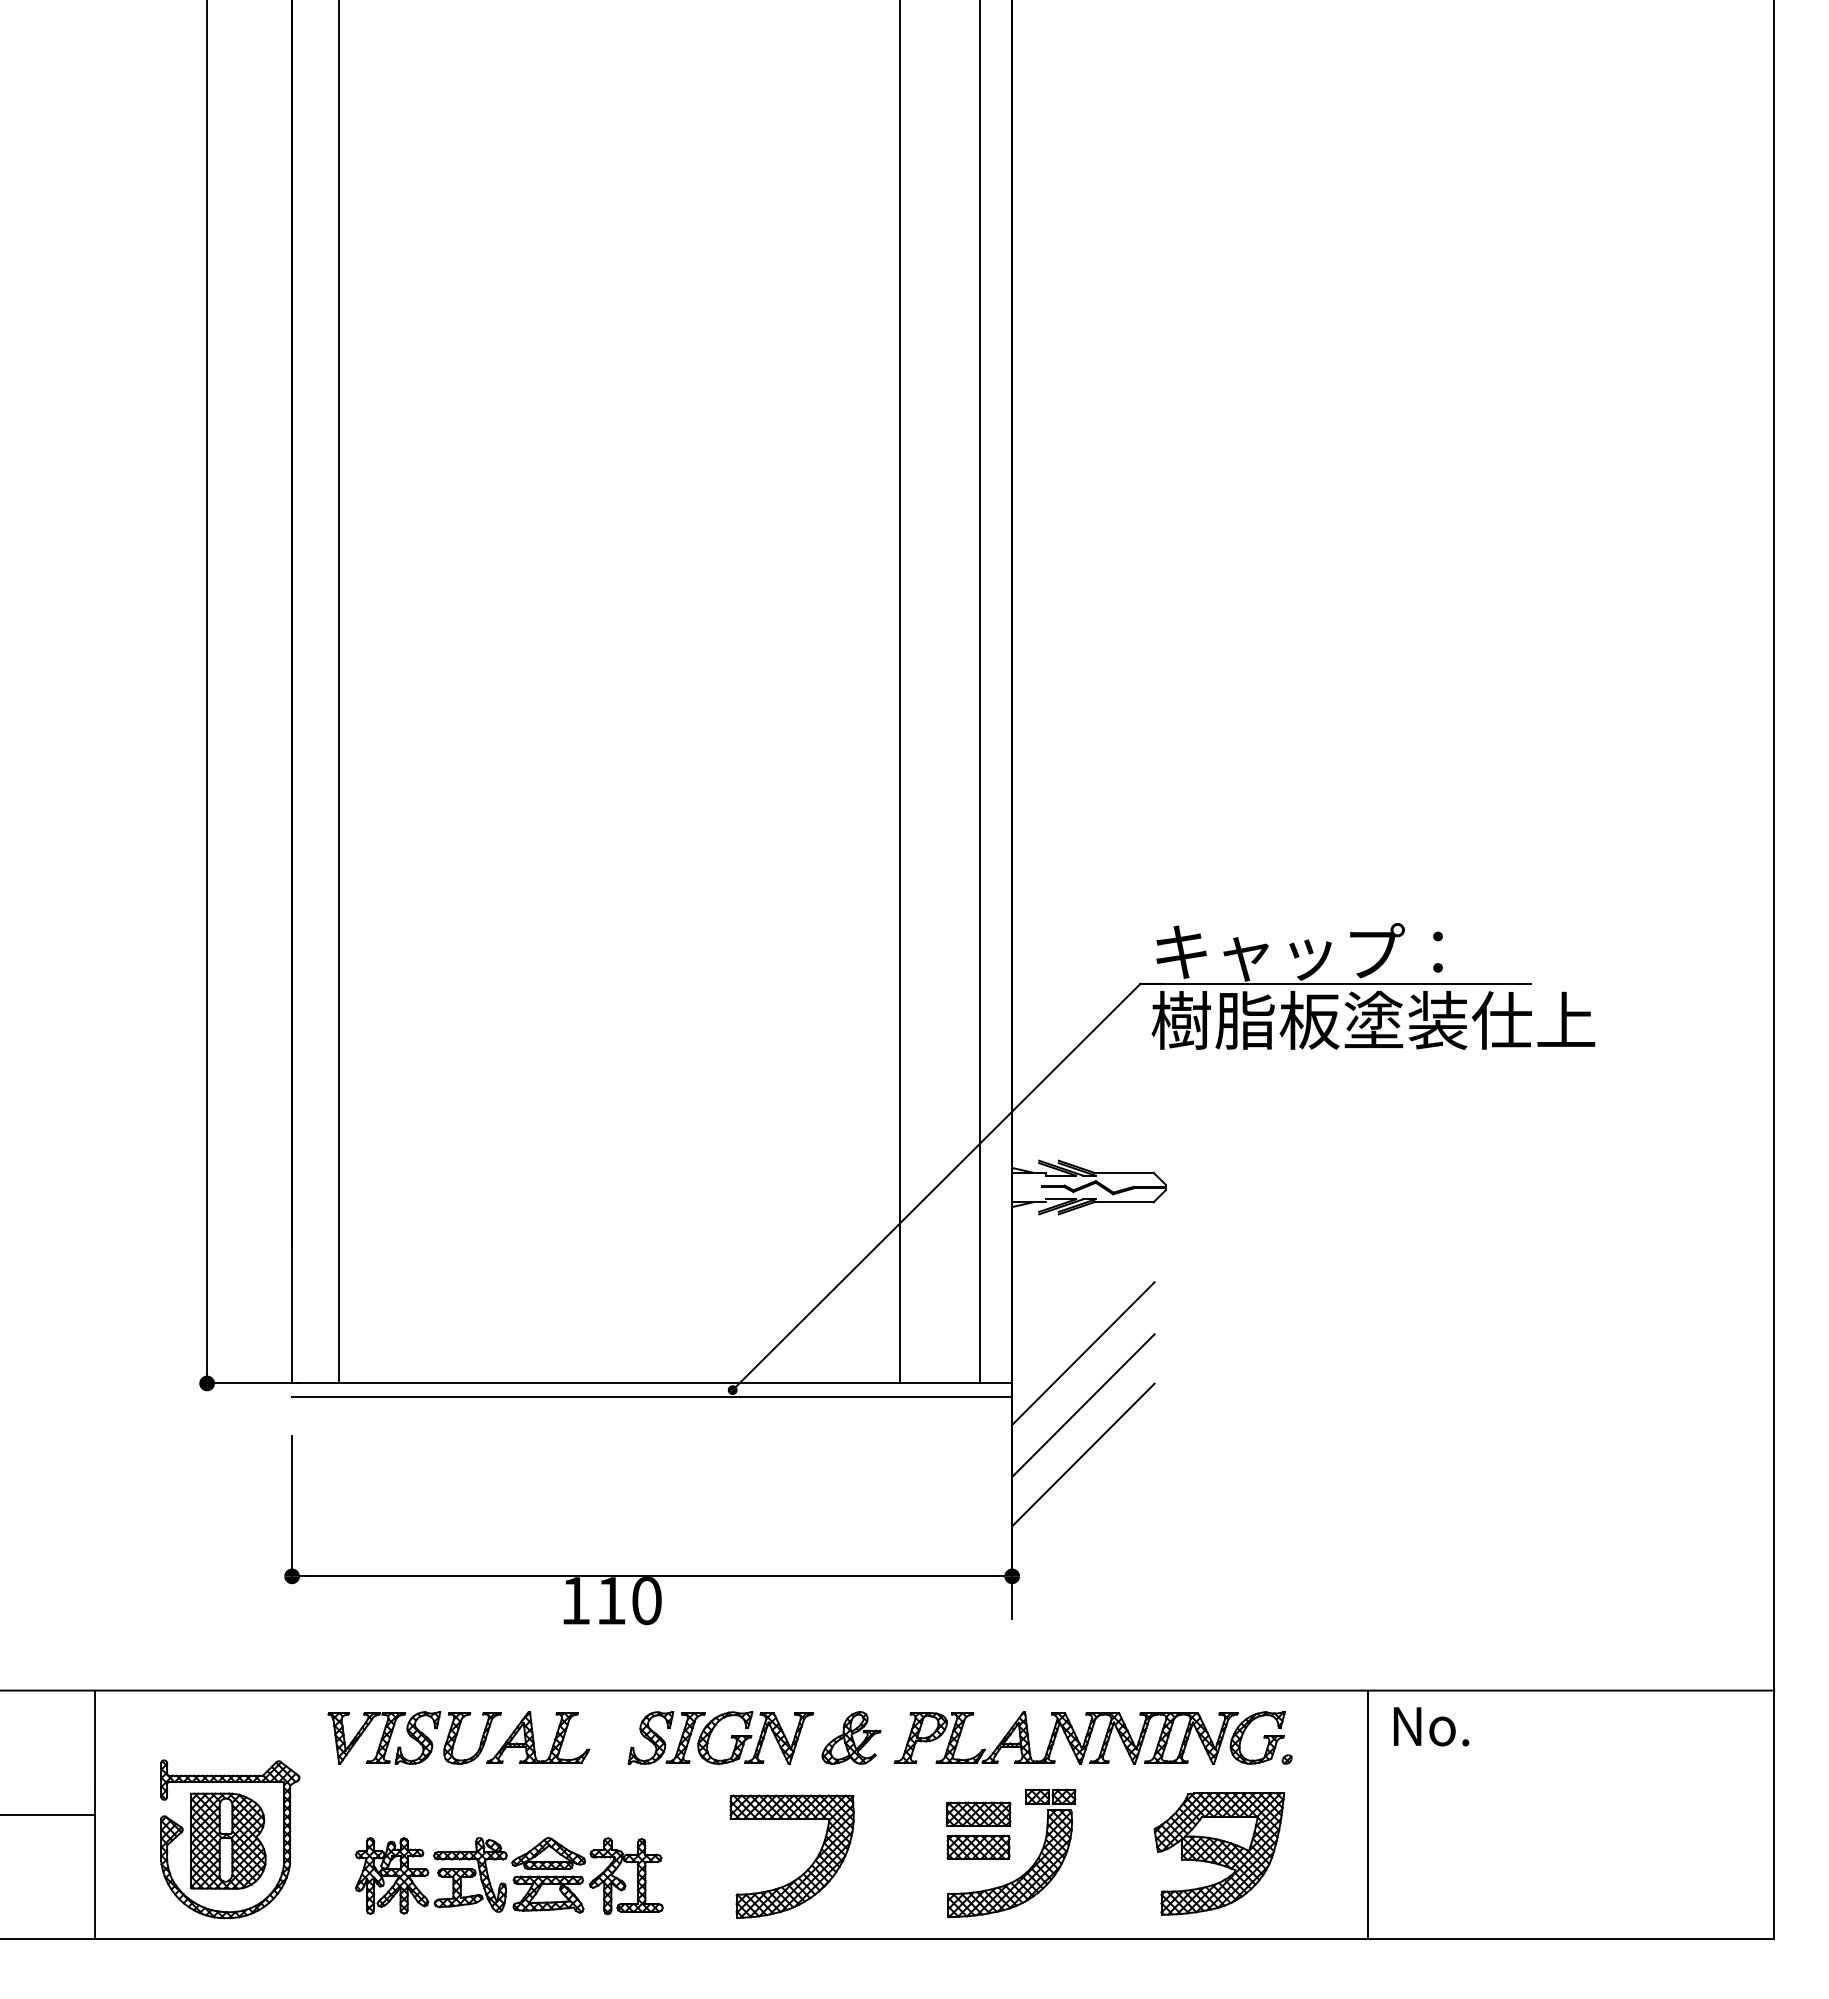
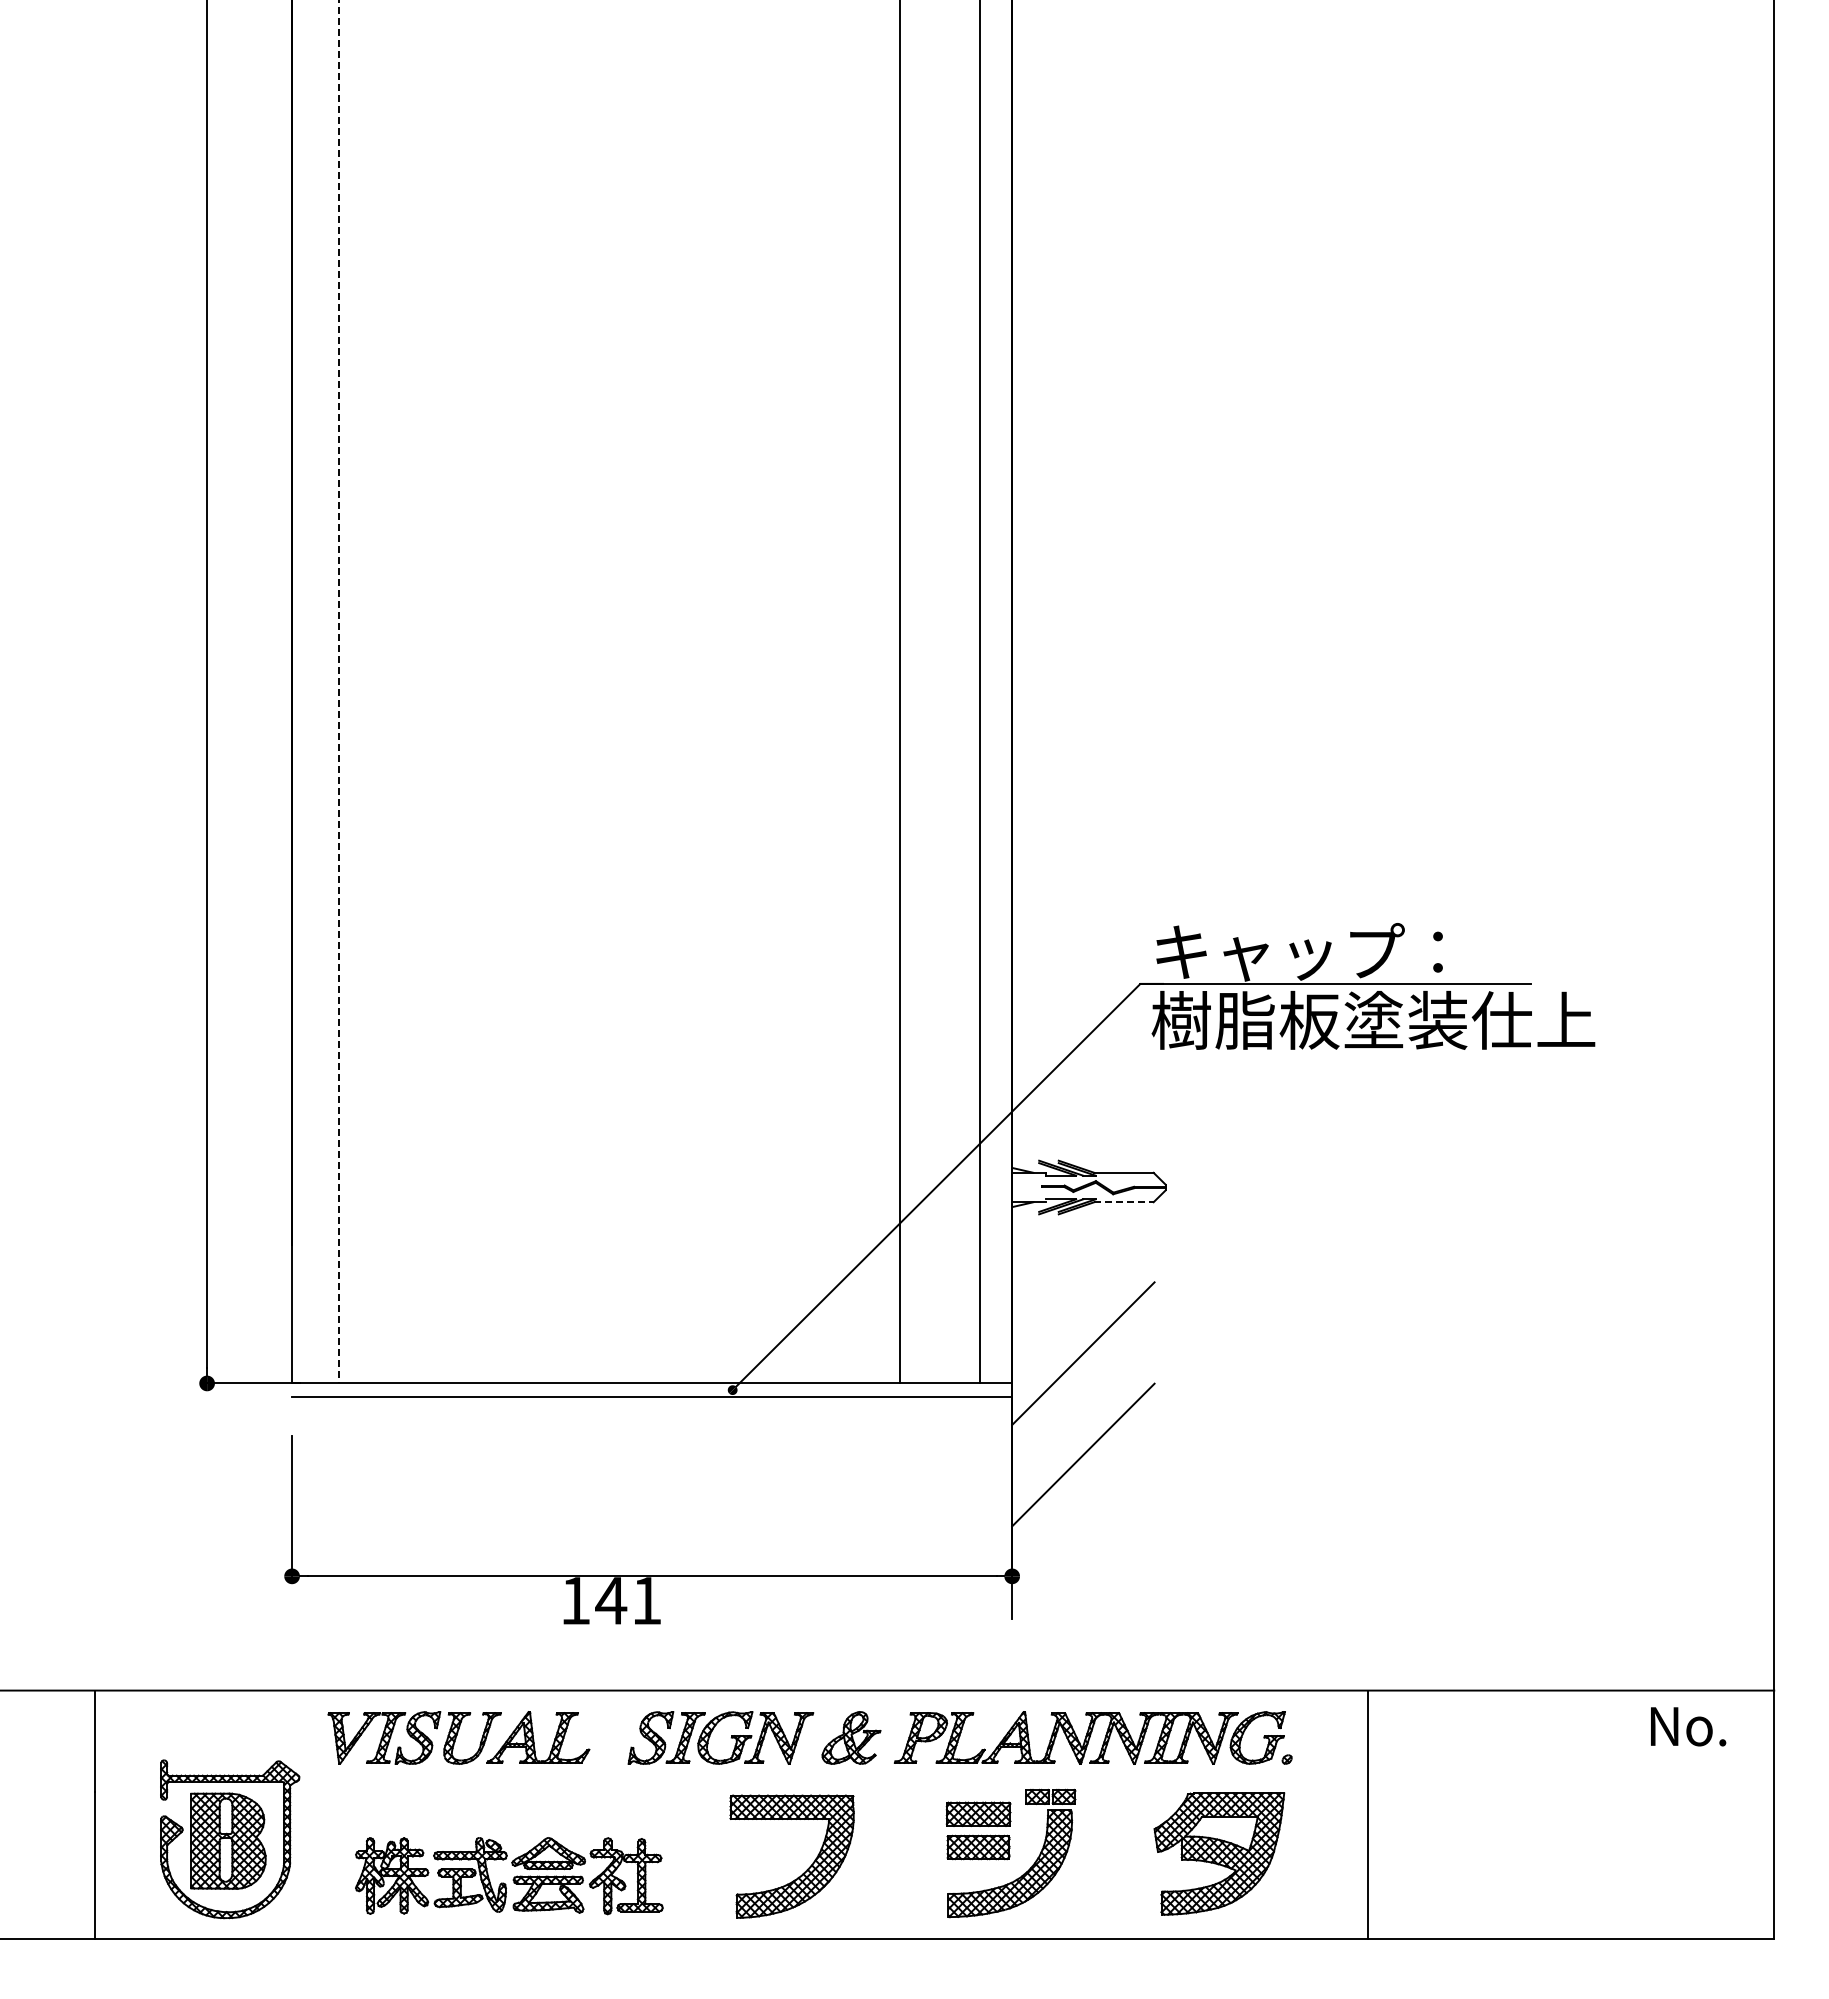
line at (338, 692): solid -> dashed
line at (1124, 1202): solid -> dashed
line at (1083, 1405): present -> none
text at (628, 1601): 110 -> 141
text at (1431, 1726) position: (1431, 1726) -> (1688, 1726)
line at (48, 1814): present -> none
